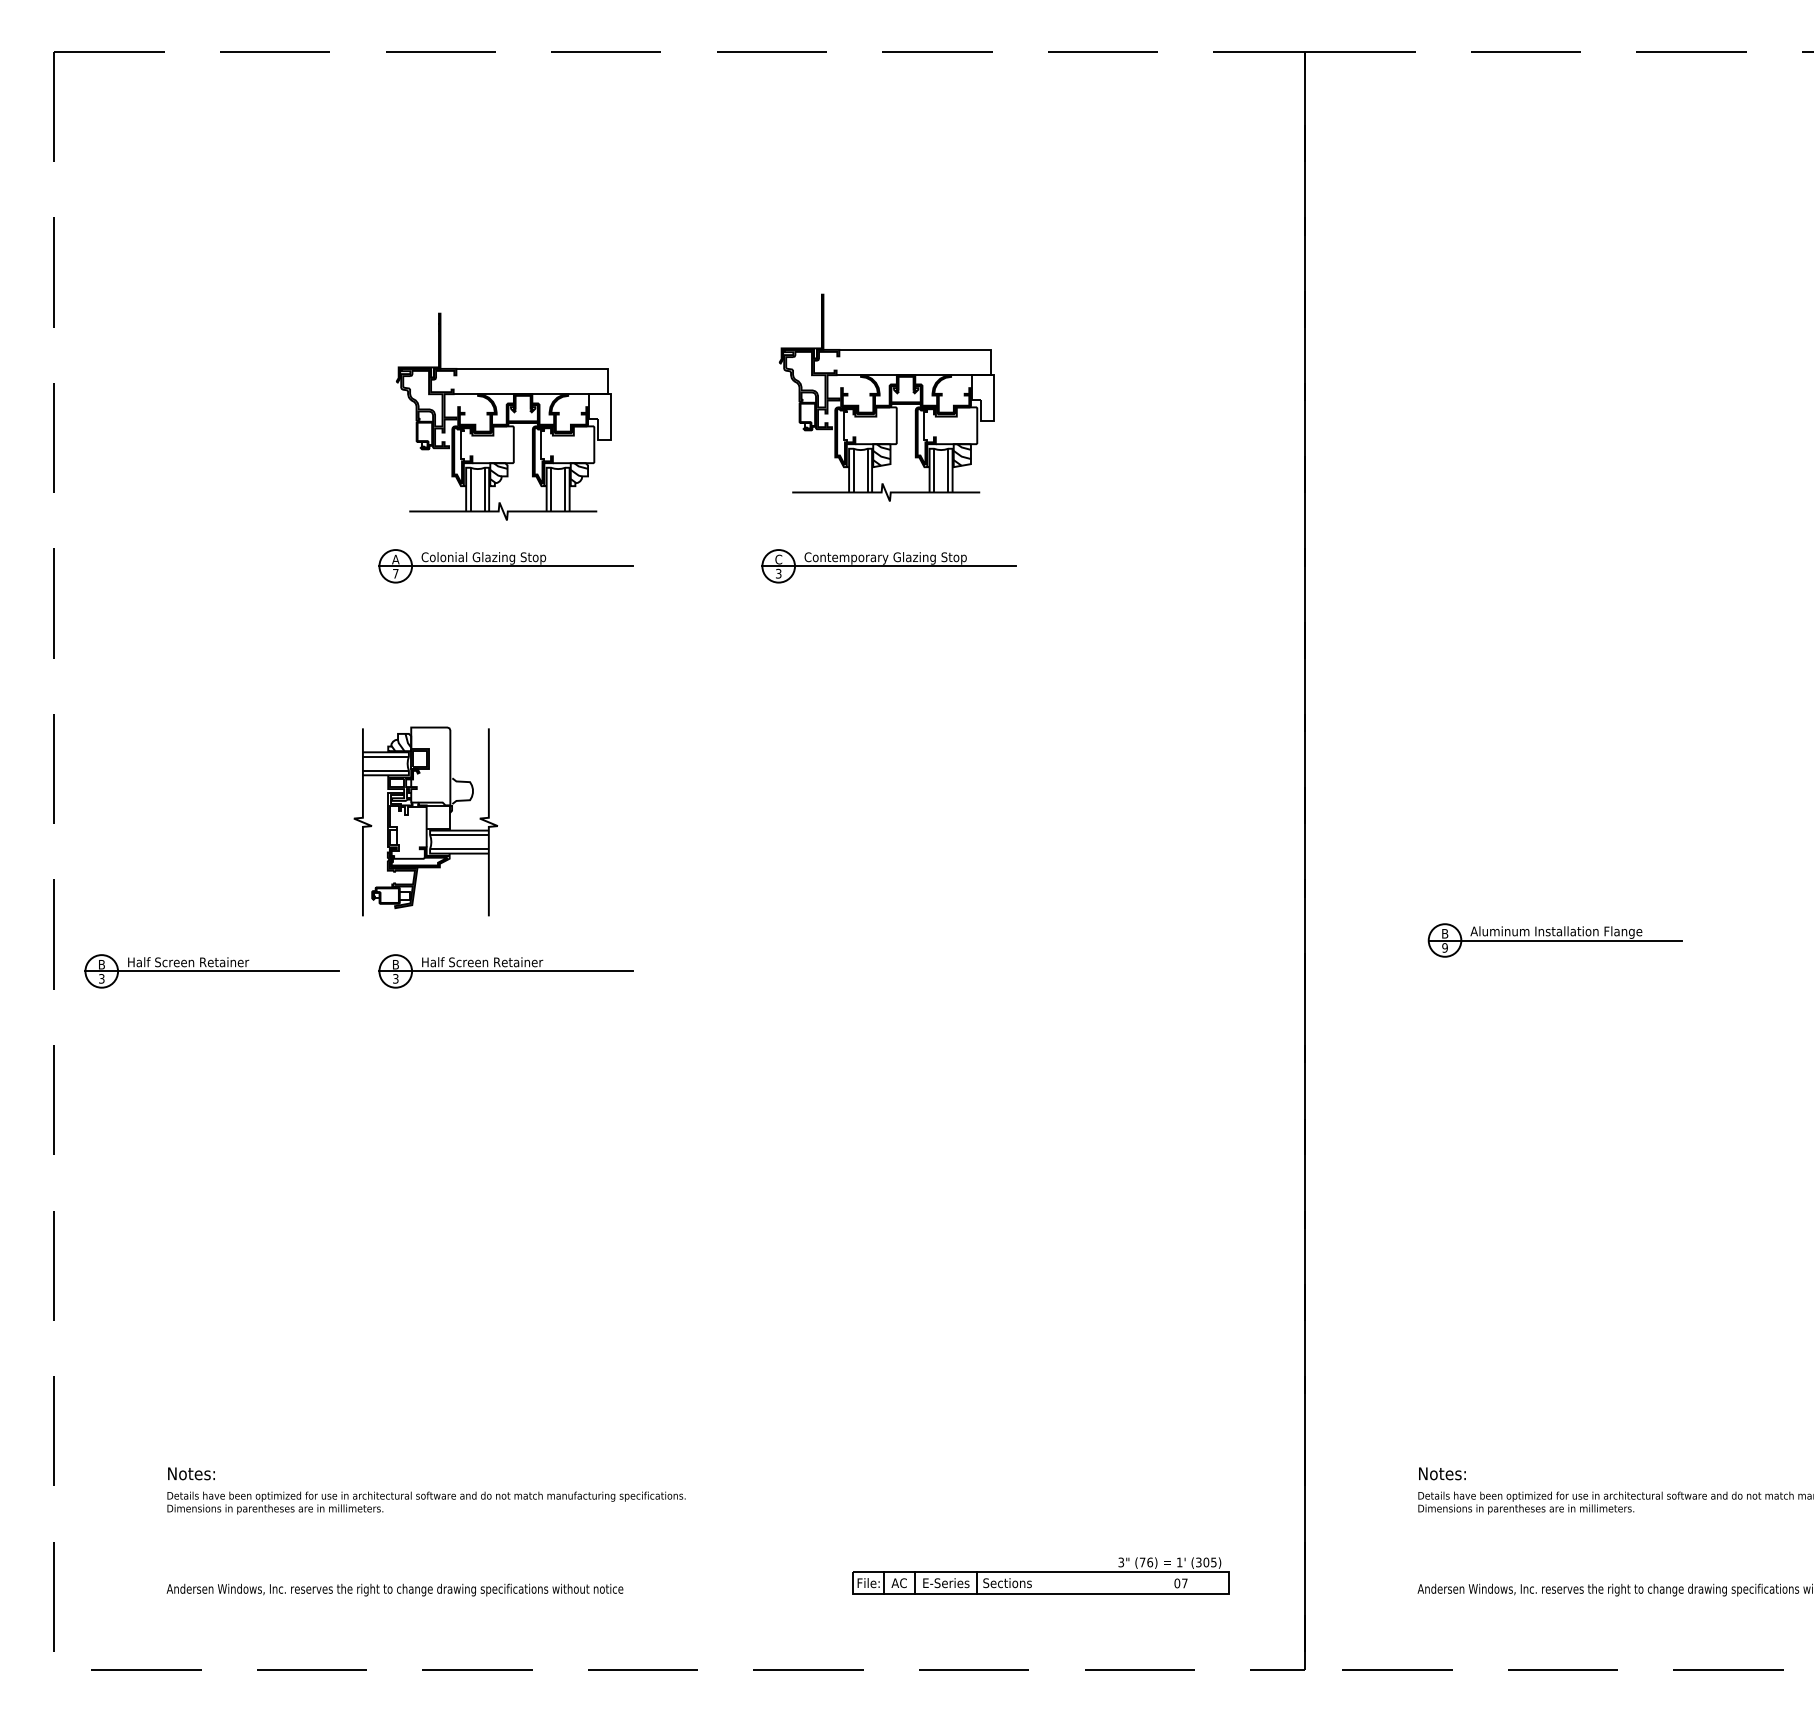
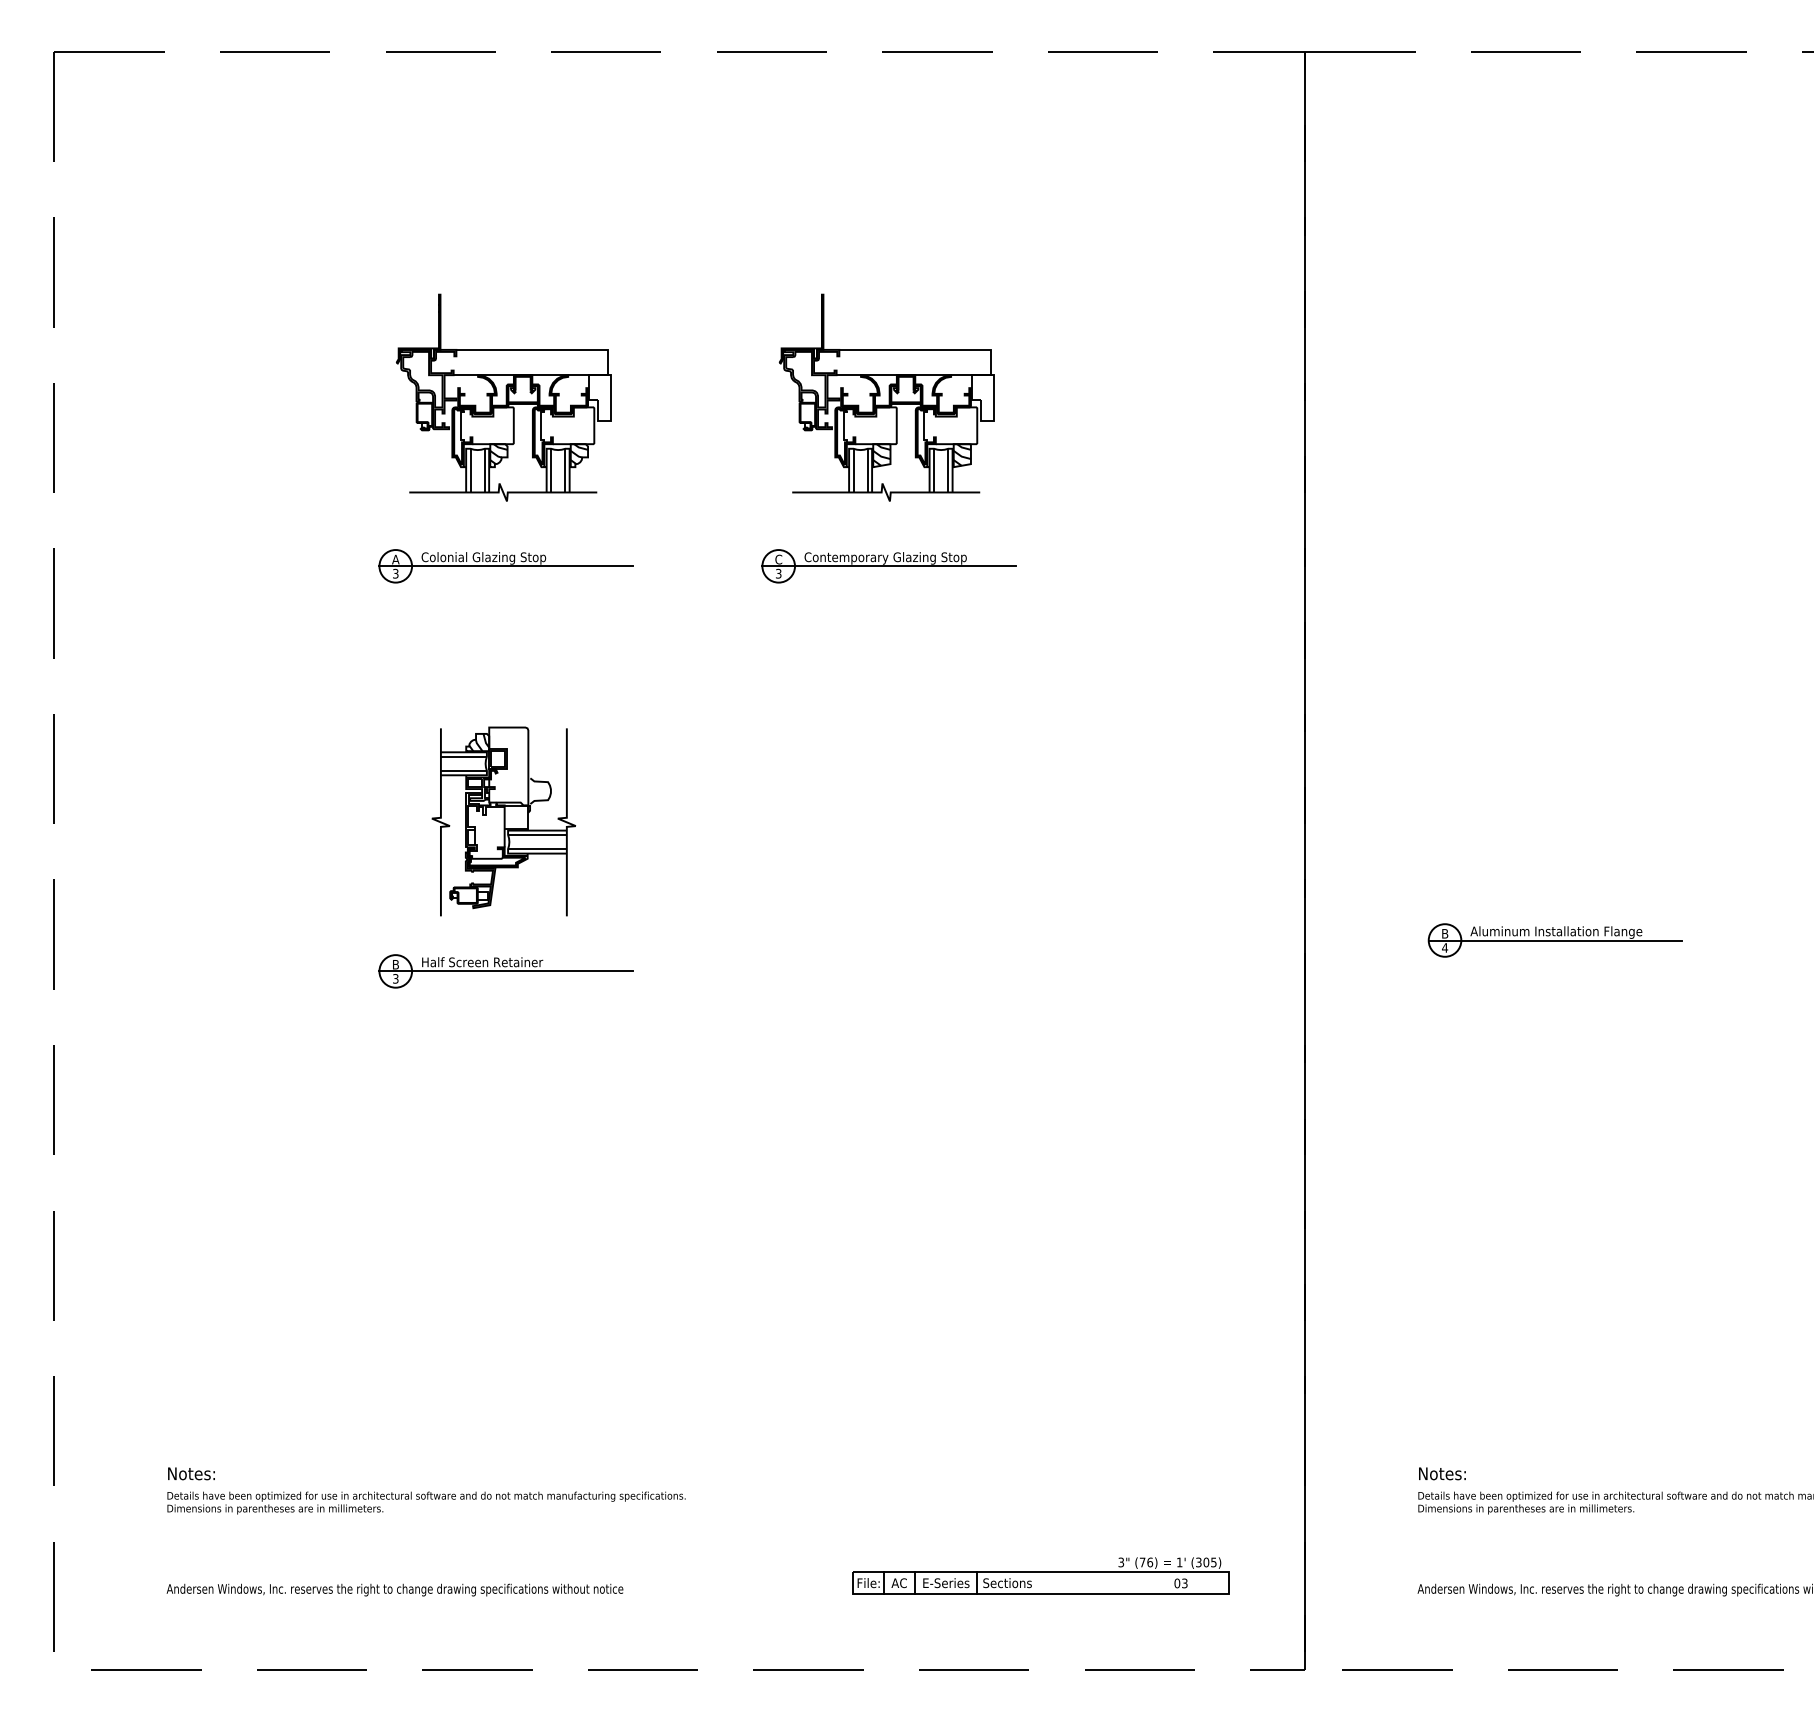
part at (503, 416) position: (503, 416) -> (503, 397)
text at (395, 573): 7 -> 3
part at (425, 821) position: (425, 821) -> (503, 821)
text at (1445, 947): 9 -> 4
part at (211, 971): present -> none
text at (1184, 1583): 07 -> 03
